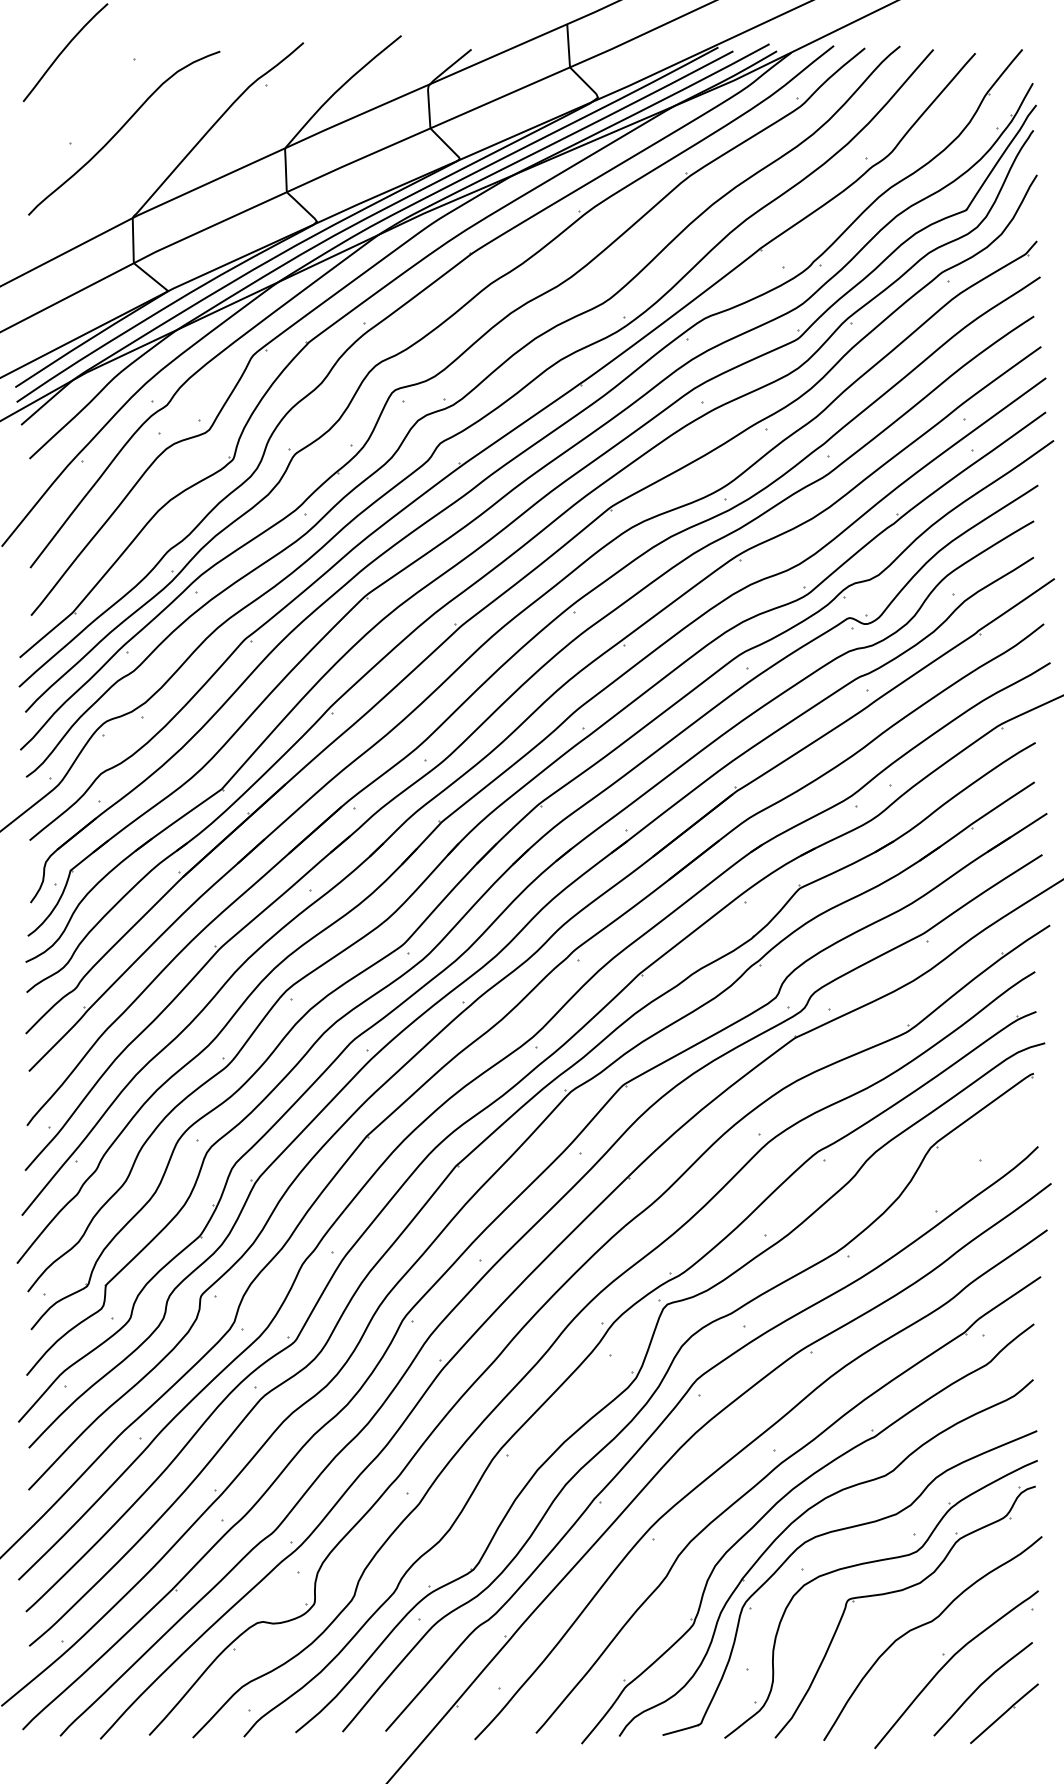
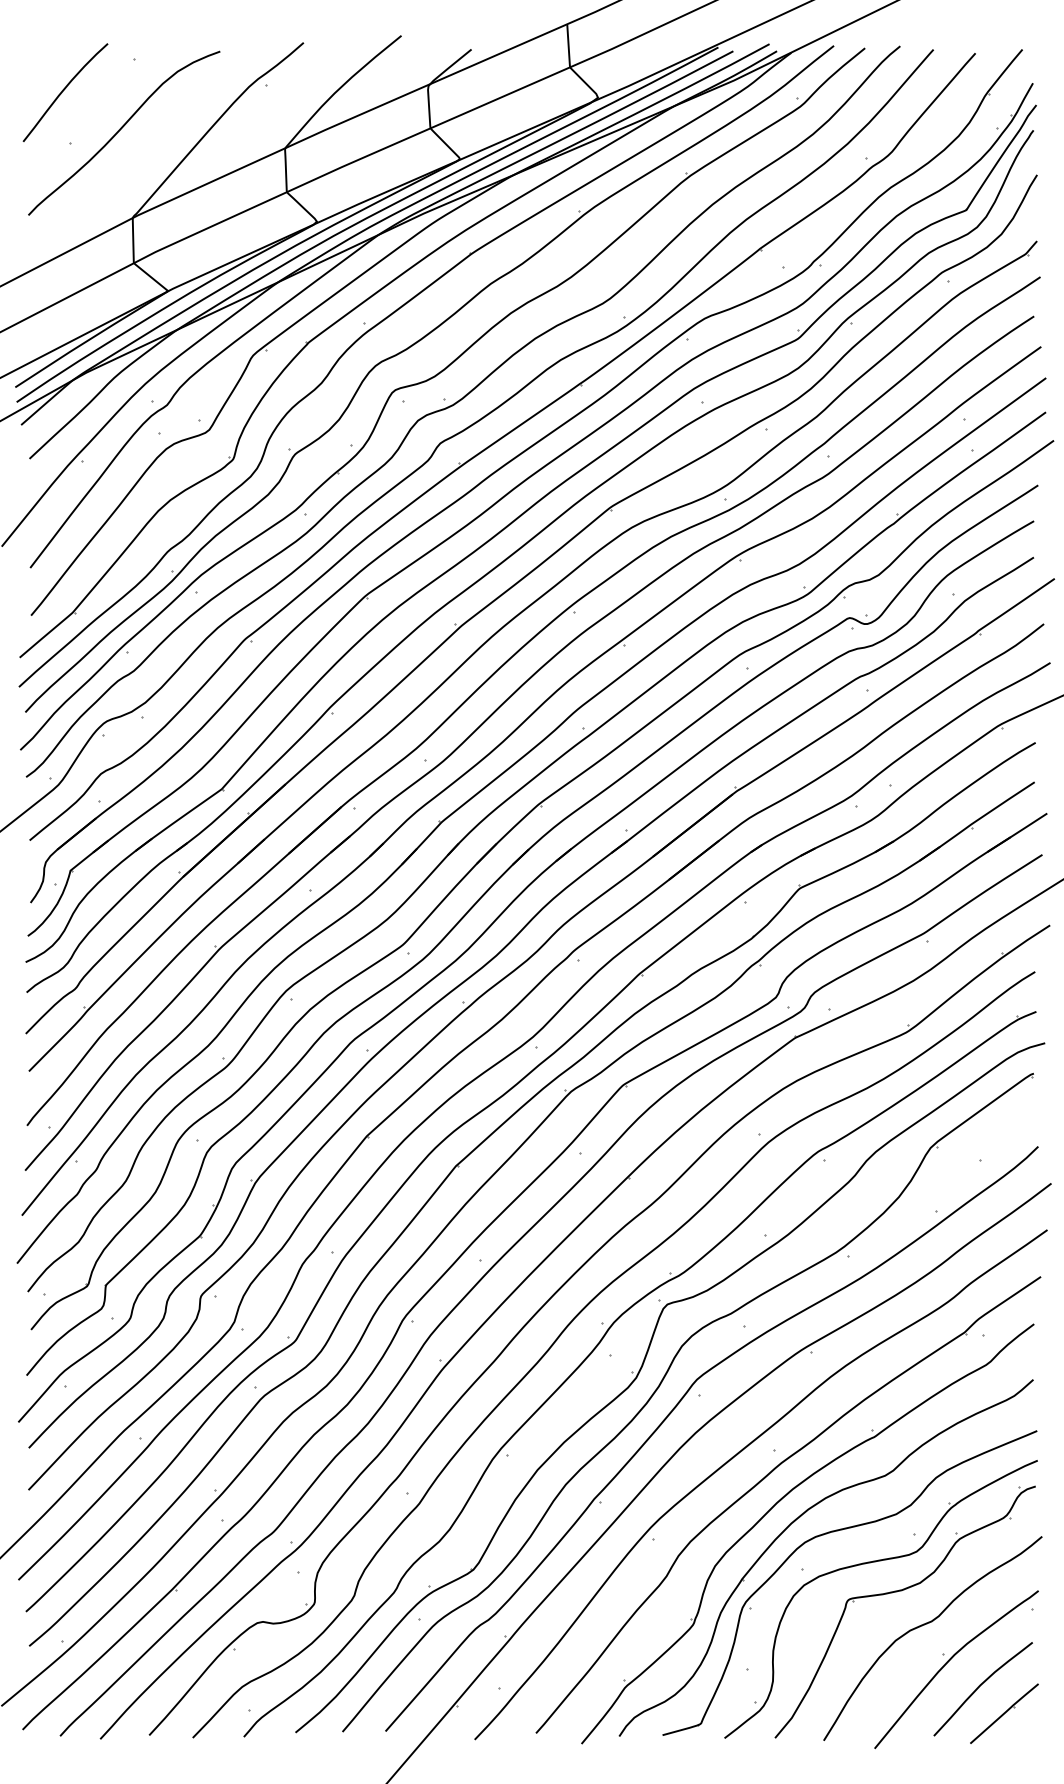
curve at (64, 50) position: (64, 50) -> (64, 90)
